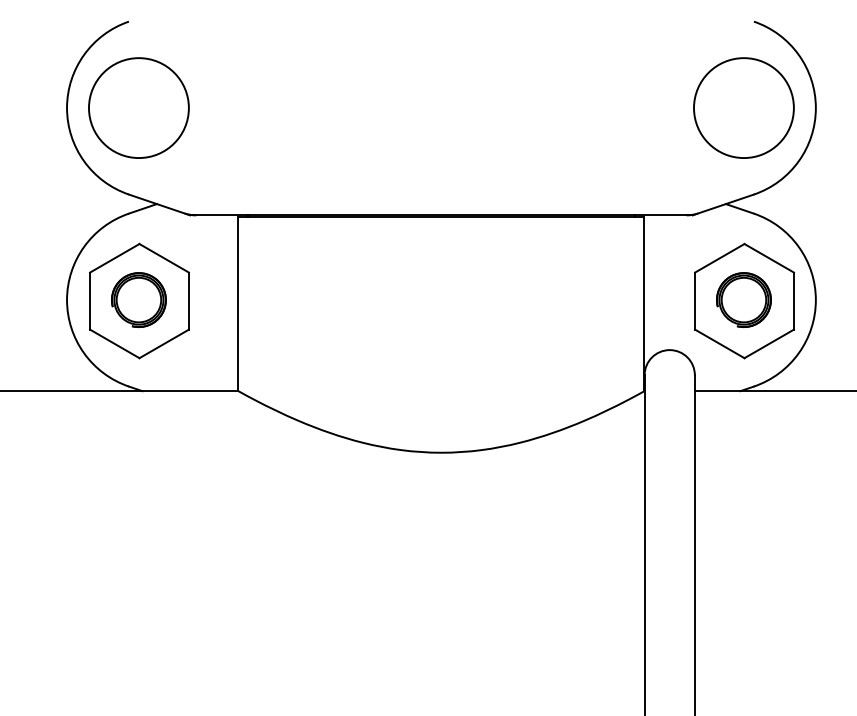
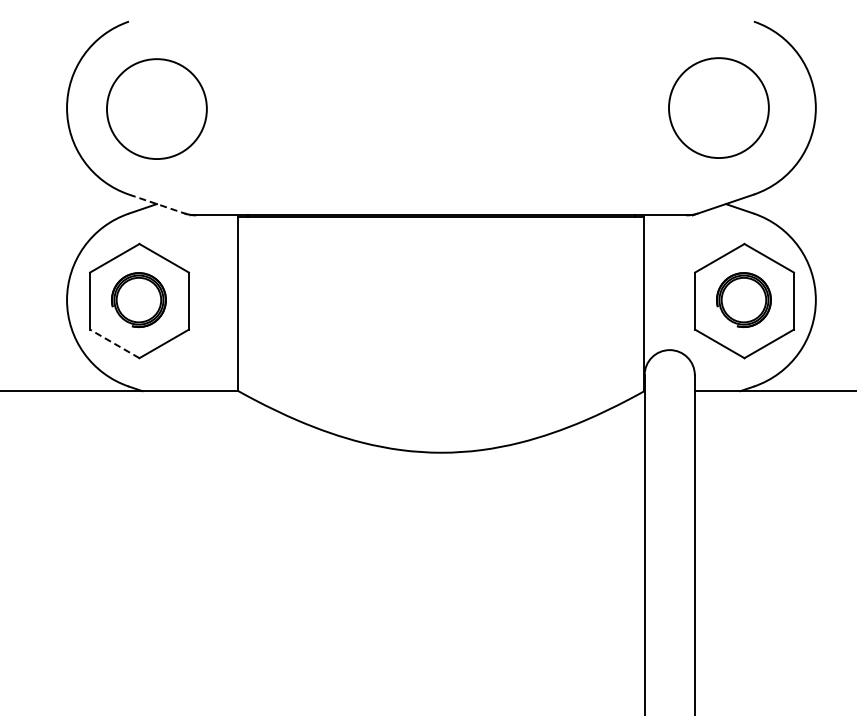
circle at (138, 107) position: (138, 107) -> (156, 108)
circle at (743, 107) position: (743, 107) -> (718, 107)
line at (159, 205): solid -> dashed
line at (114, 343): solid -> dashed
